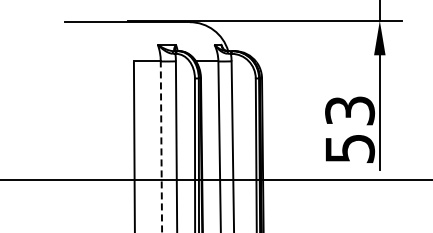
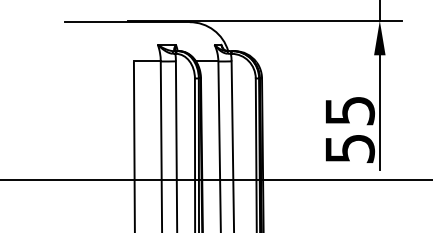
text at (349, 110): 53 -> 55
line at (161, 146): dashed -> solid
